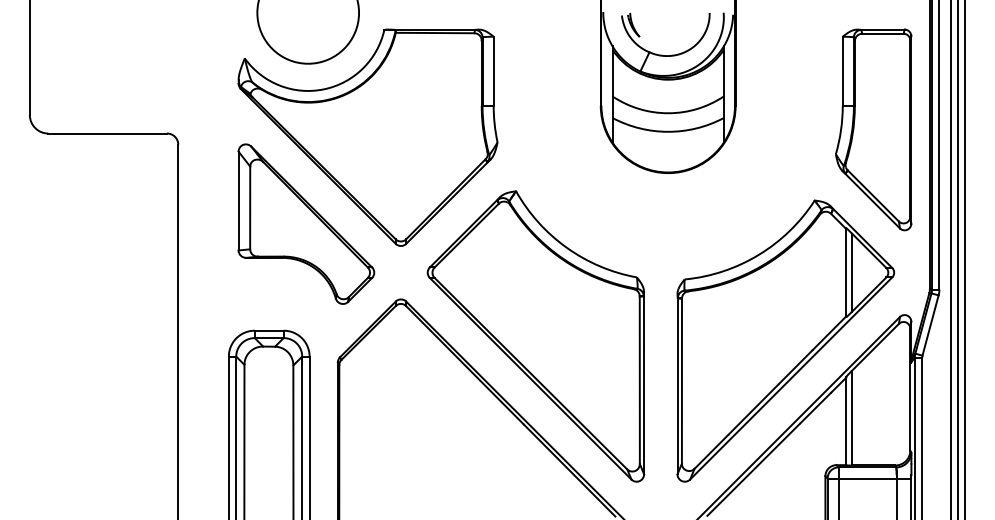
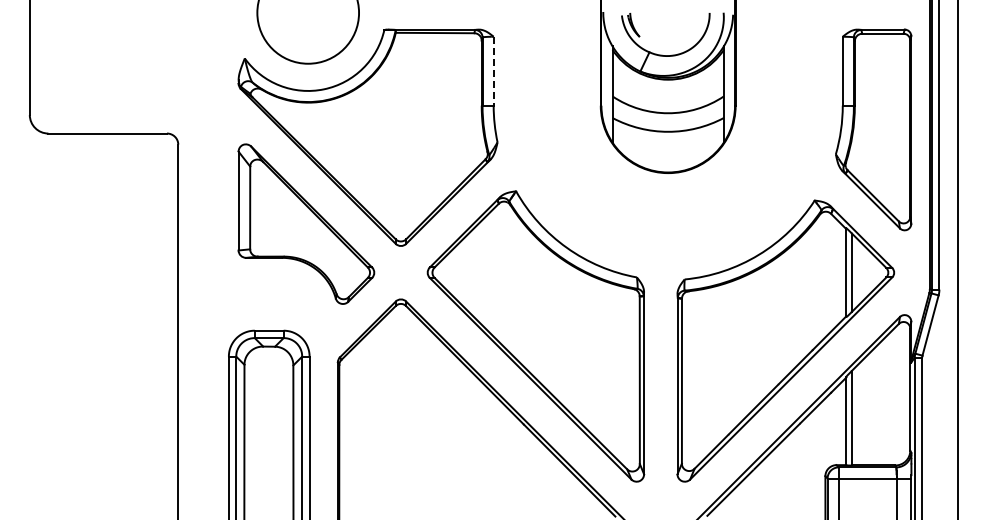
line at (493, 71): solid -> dashed
line at (950, 259): present -> none
line at (965, 259): present -> none
